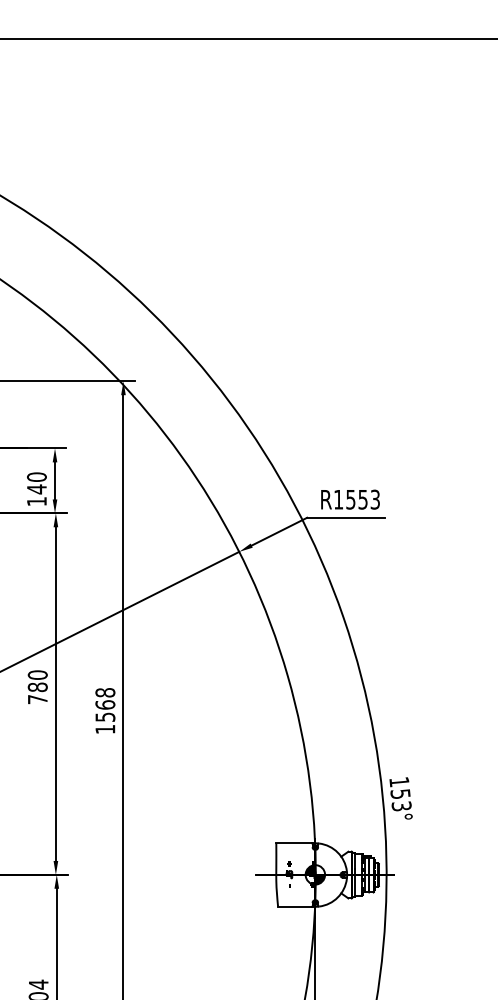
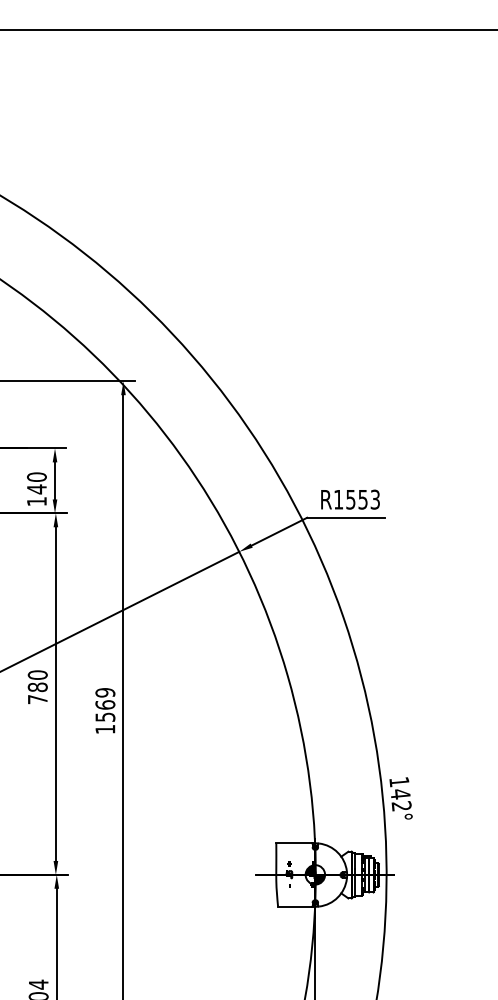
line at (248, 39) position: (248, 39) -> (248, 30)
text at (105, 692): 1568 -> 1569
text at (400, 800): 153° -> 142°
